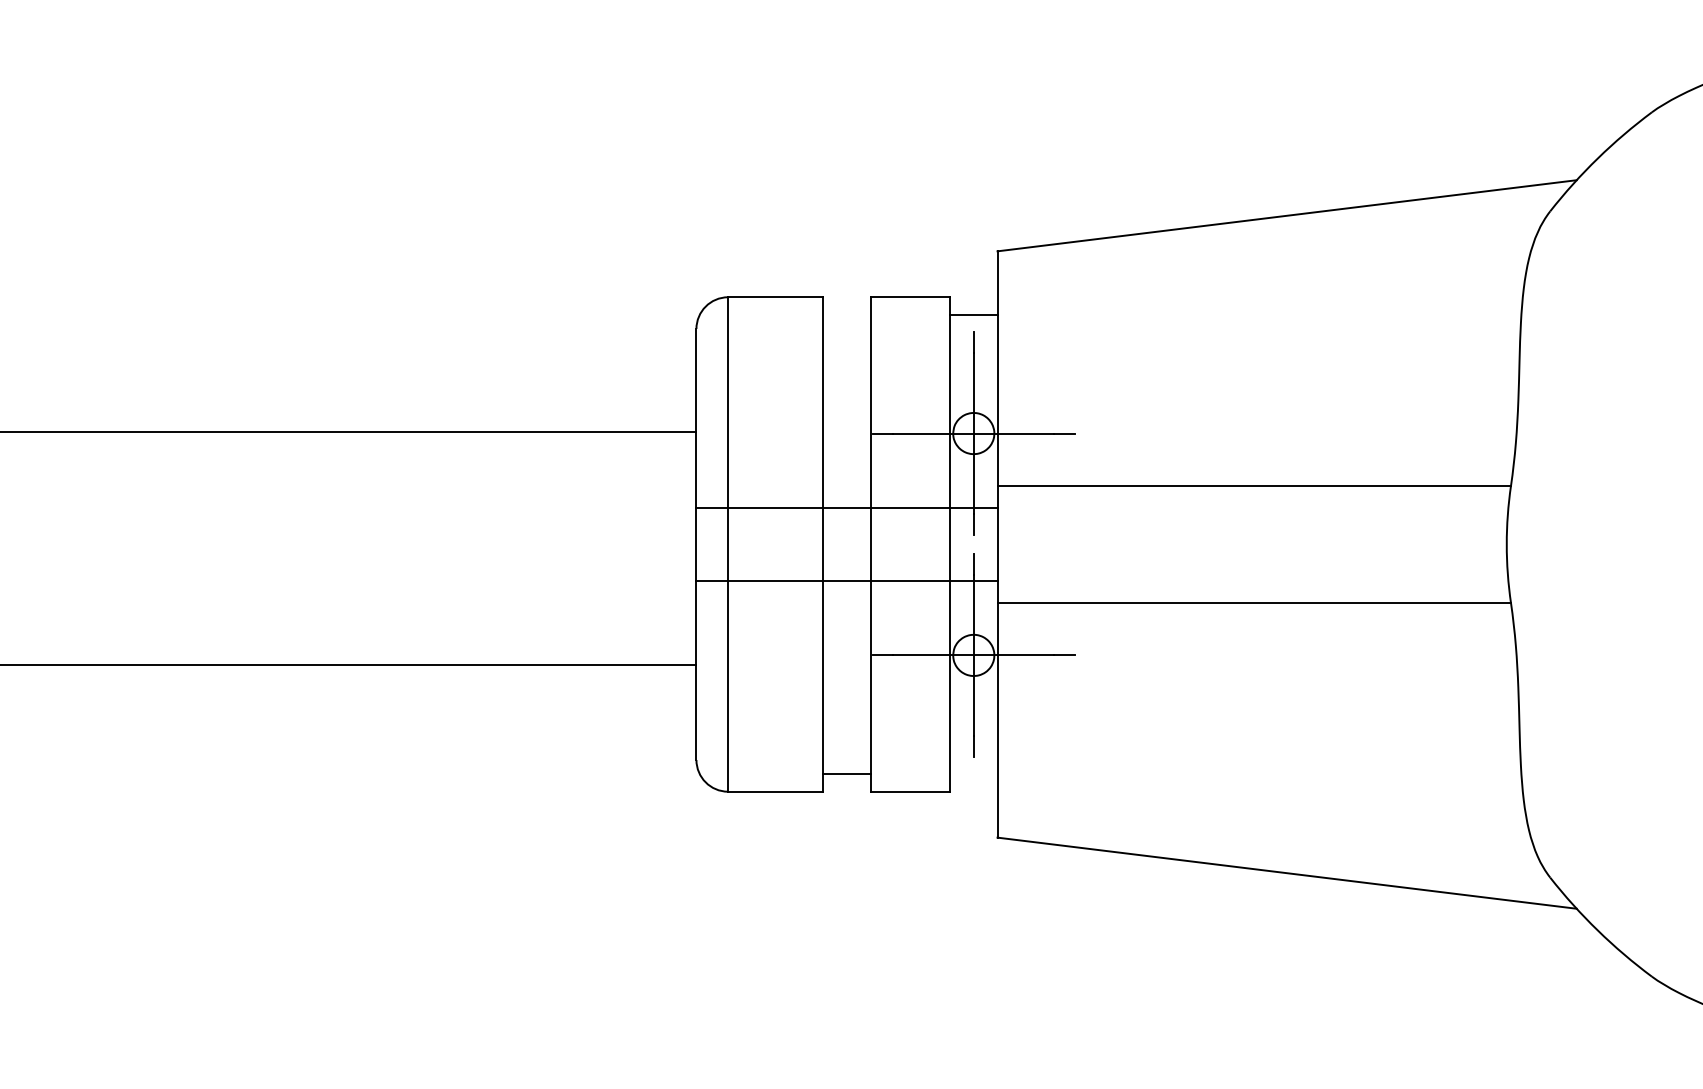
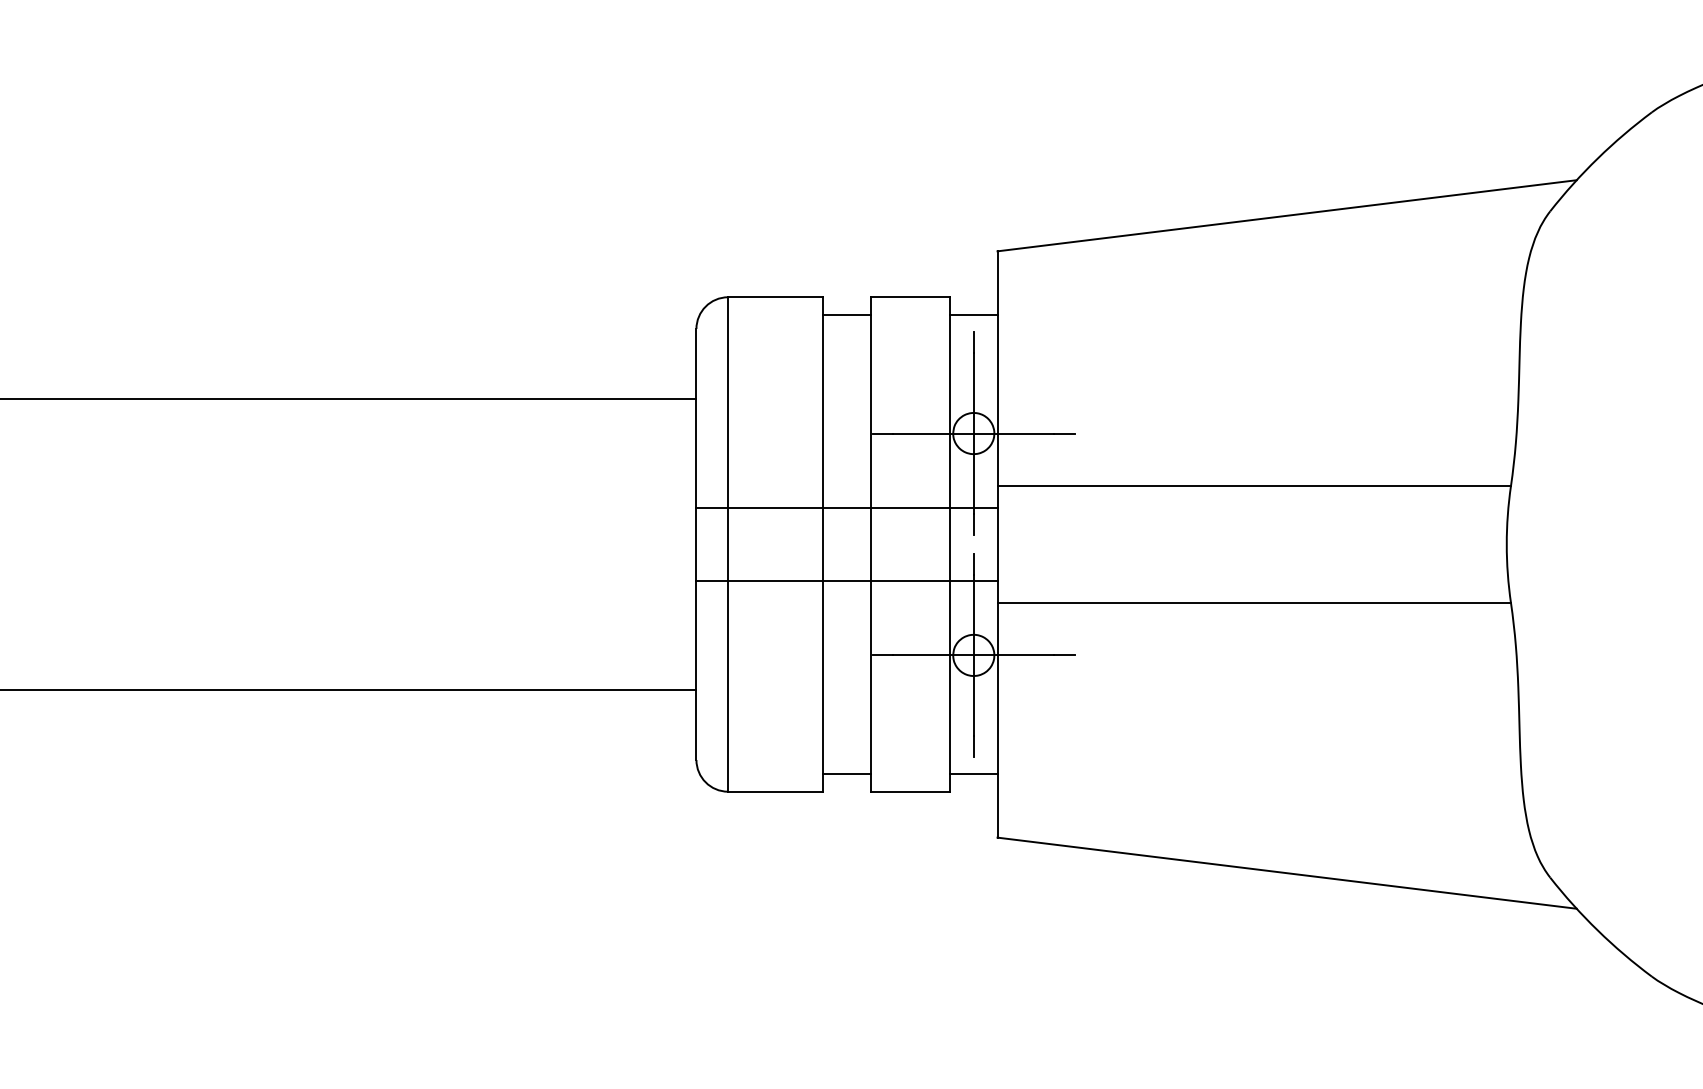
line at (846, 314): none -> present
line at (349, 431) position: (349, 431) -> (349, 398)
line at (349, 665) position: (349, 665) -> (349, 690)
line at (973, 774): none -> present
